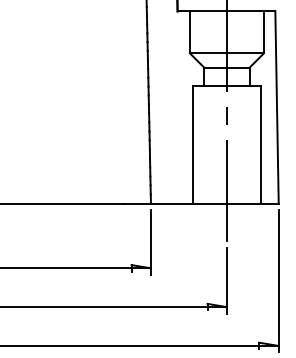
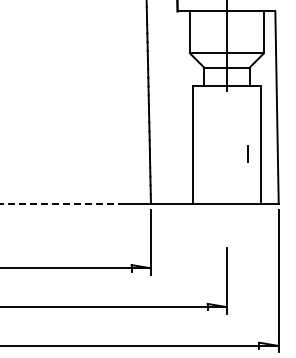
line at (226, 115) position: (226, 115) -> (247, 153)
line at (226, 190): present -> none
line at (62, 203): solid -> dashed
